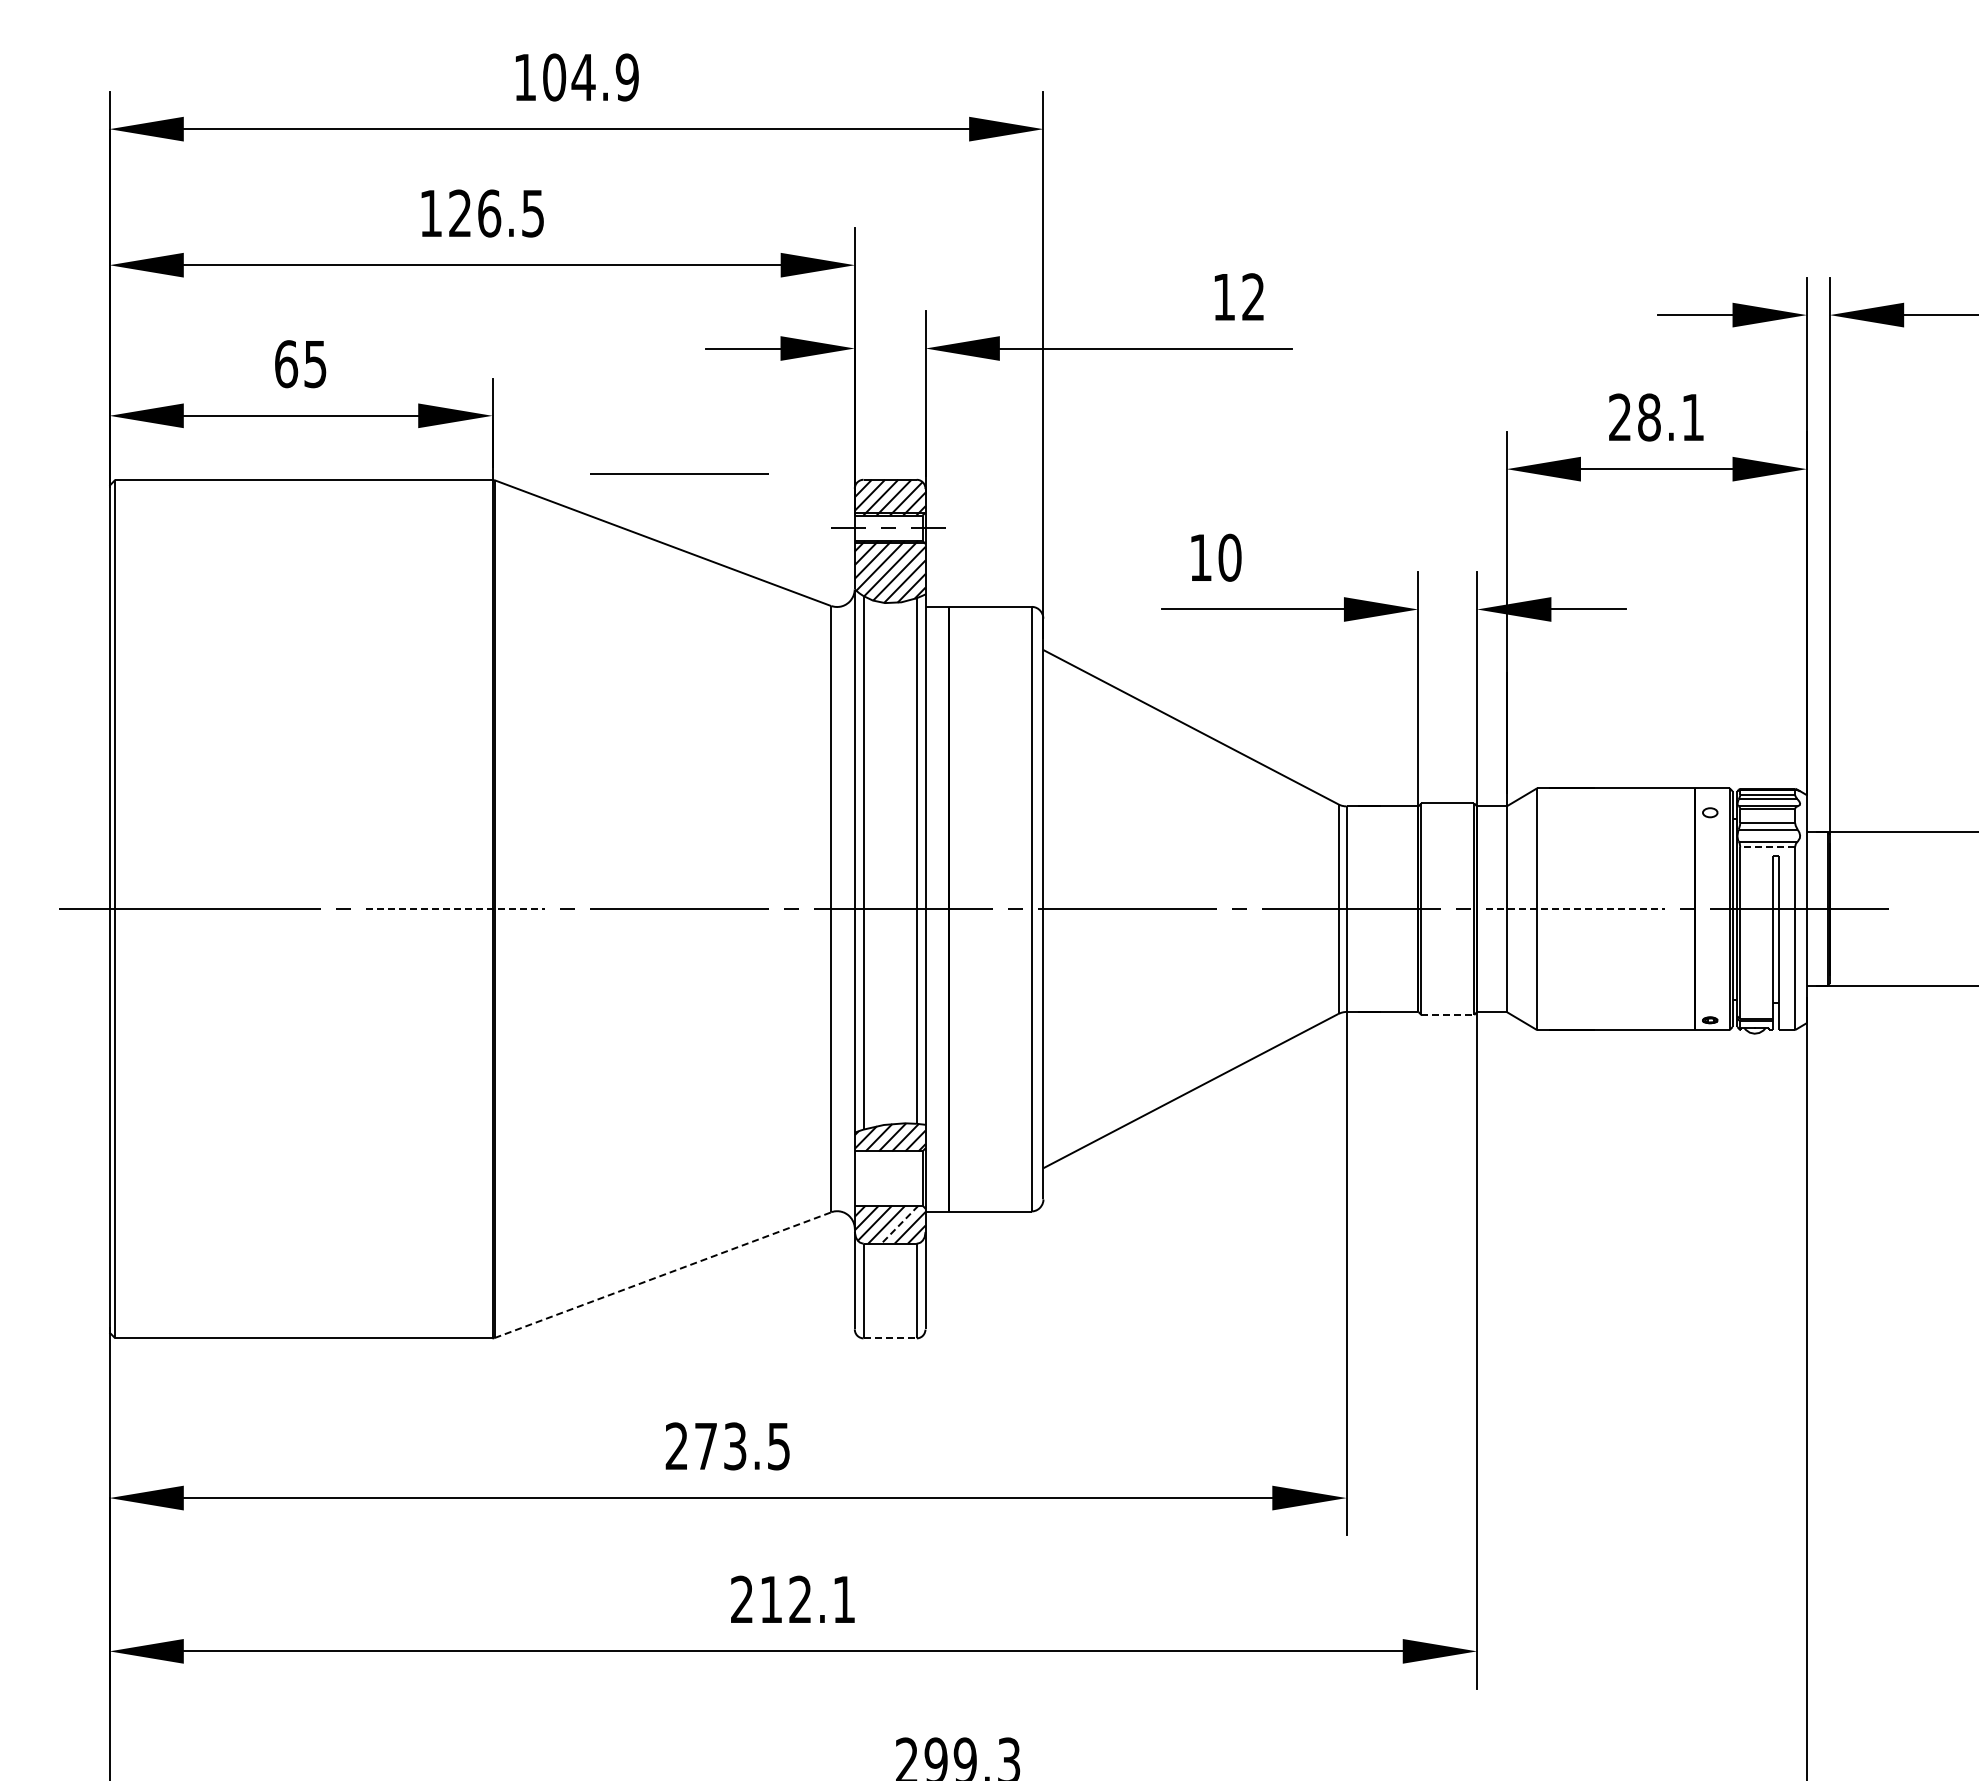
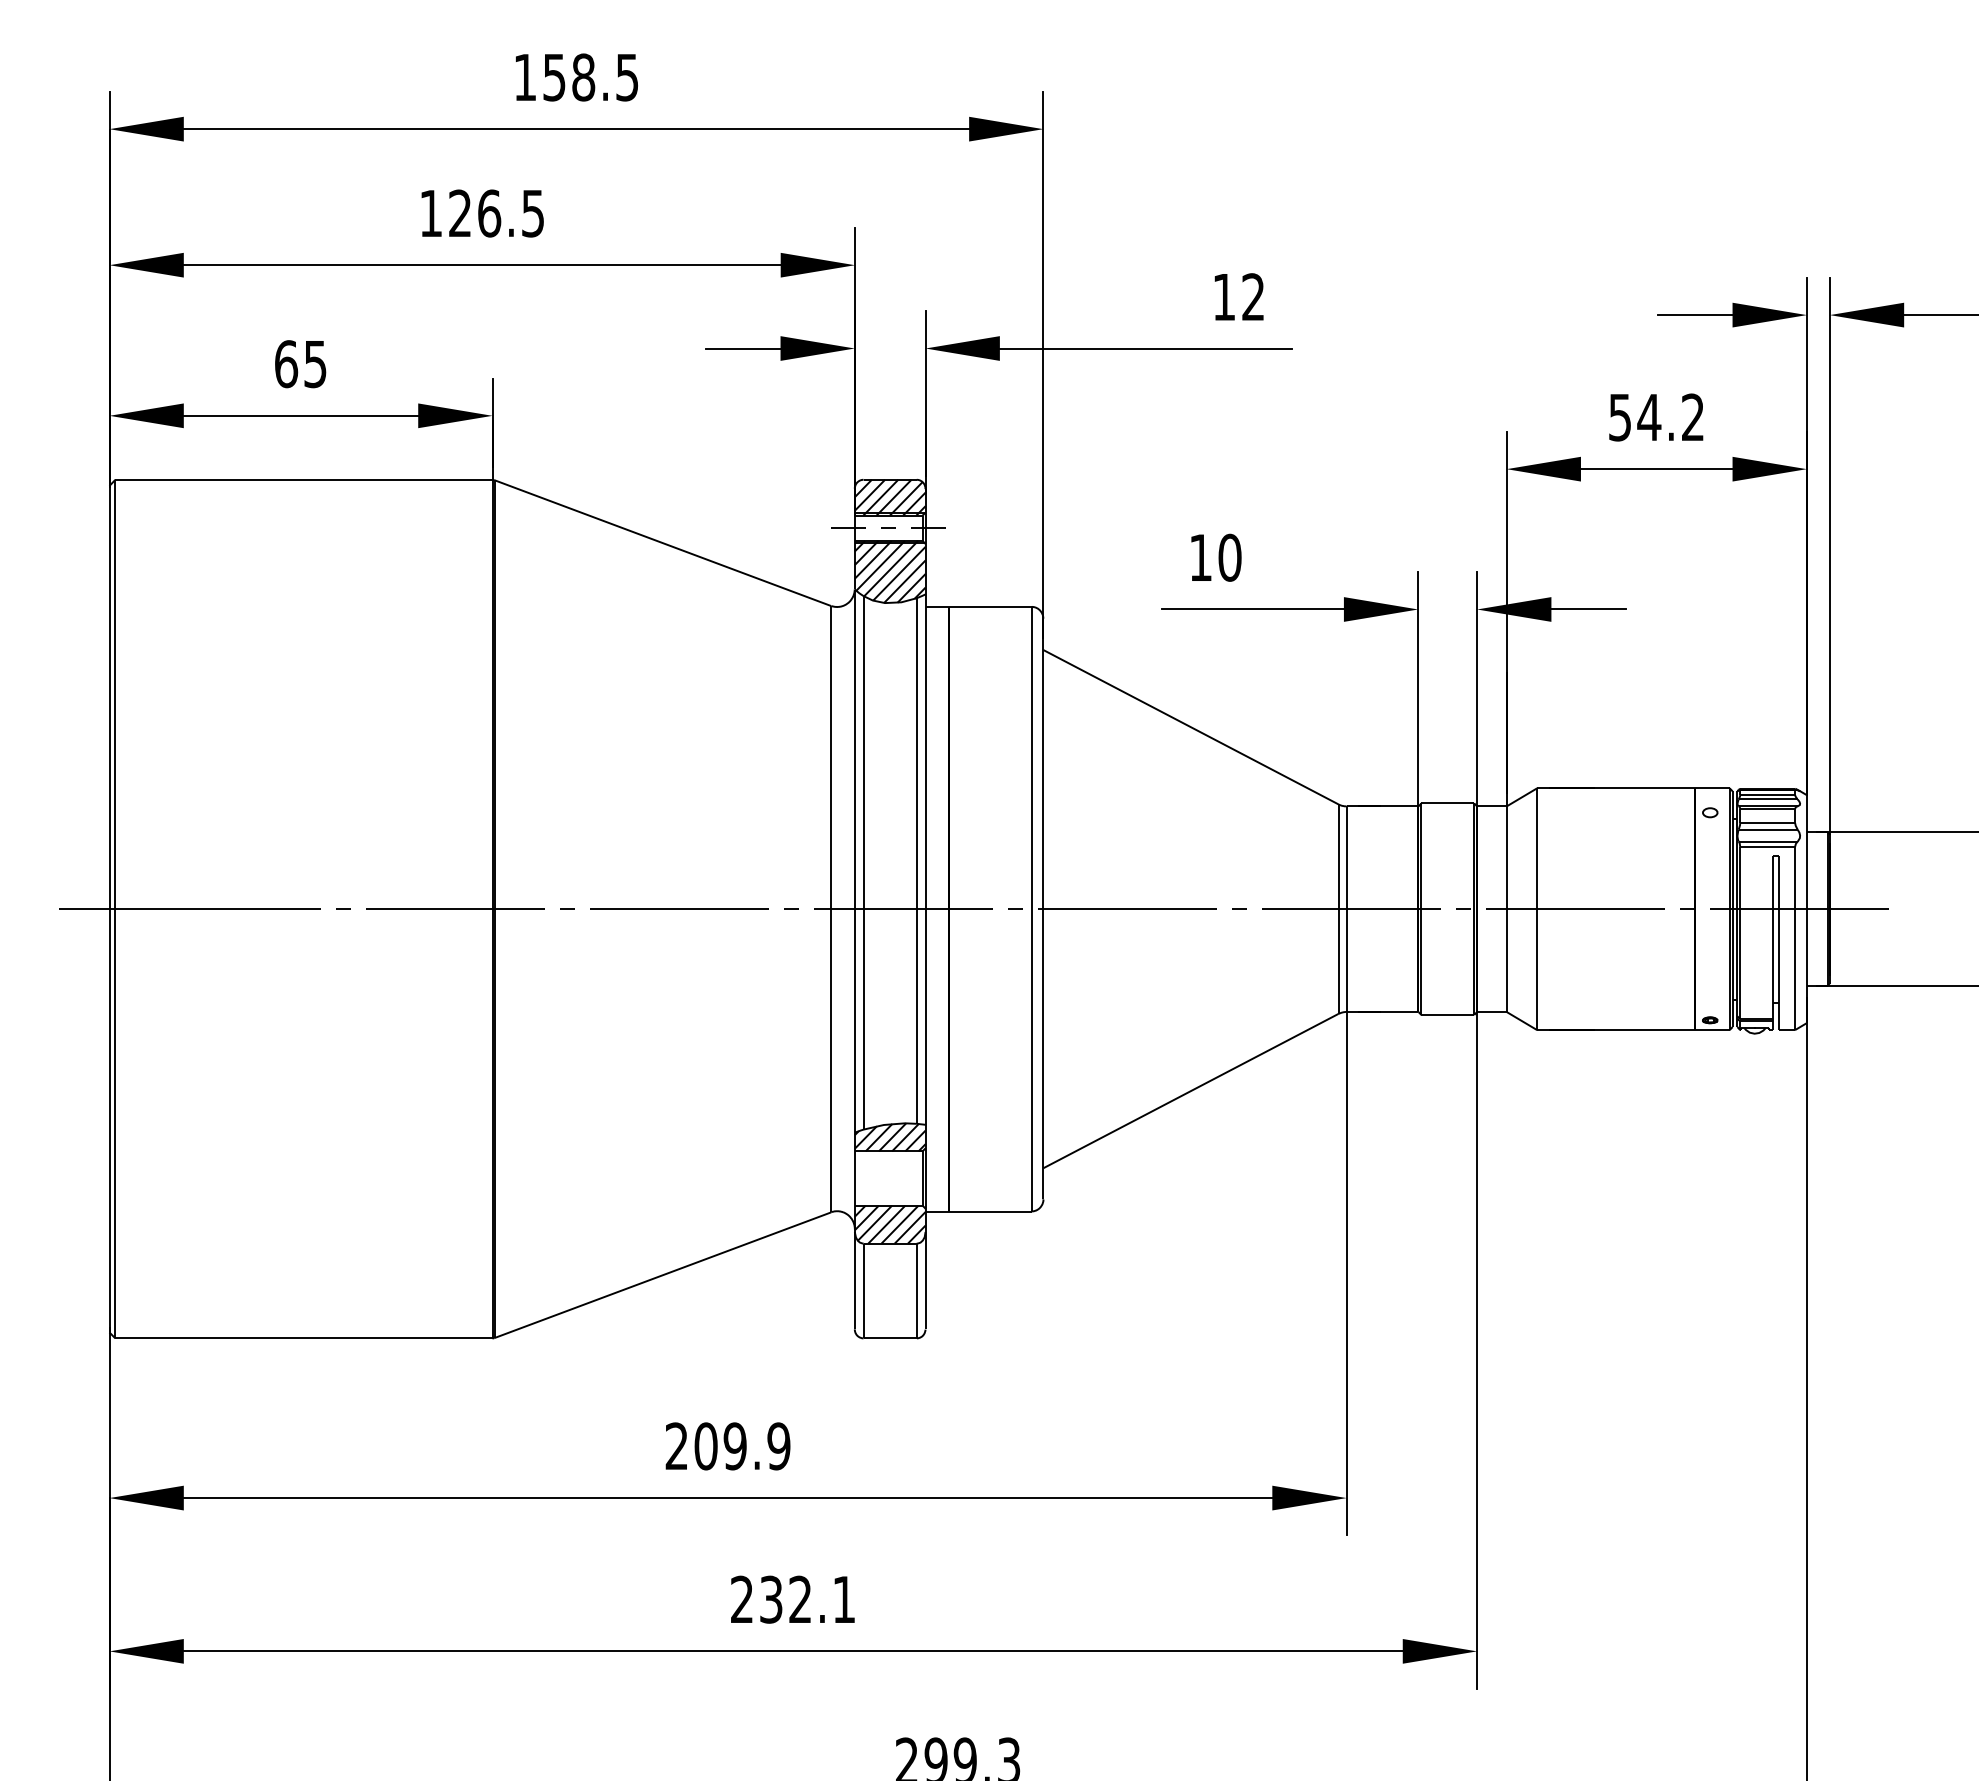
text at (590, 77): 104.9 -> 158.5
text at (1656, 417): 28.1 -> 54.2
line at (679, 473): present -> none
line at (1767, 847): dashed -> solid
line at (455, 909): dashed -> solid
line at (1575, 909): dashed -> solid
line at (1448, 1015): dashed -> solid
line at (899, 1225): dashed -> solid
line at (662, 1275): dashed -> solid
line at (890, 1338): dashed -> solid
text at (742, 1446): 273.5 -> 209.9
text at (771, 1599): 212.1 -> 232.1
